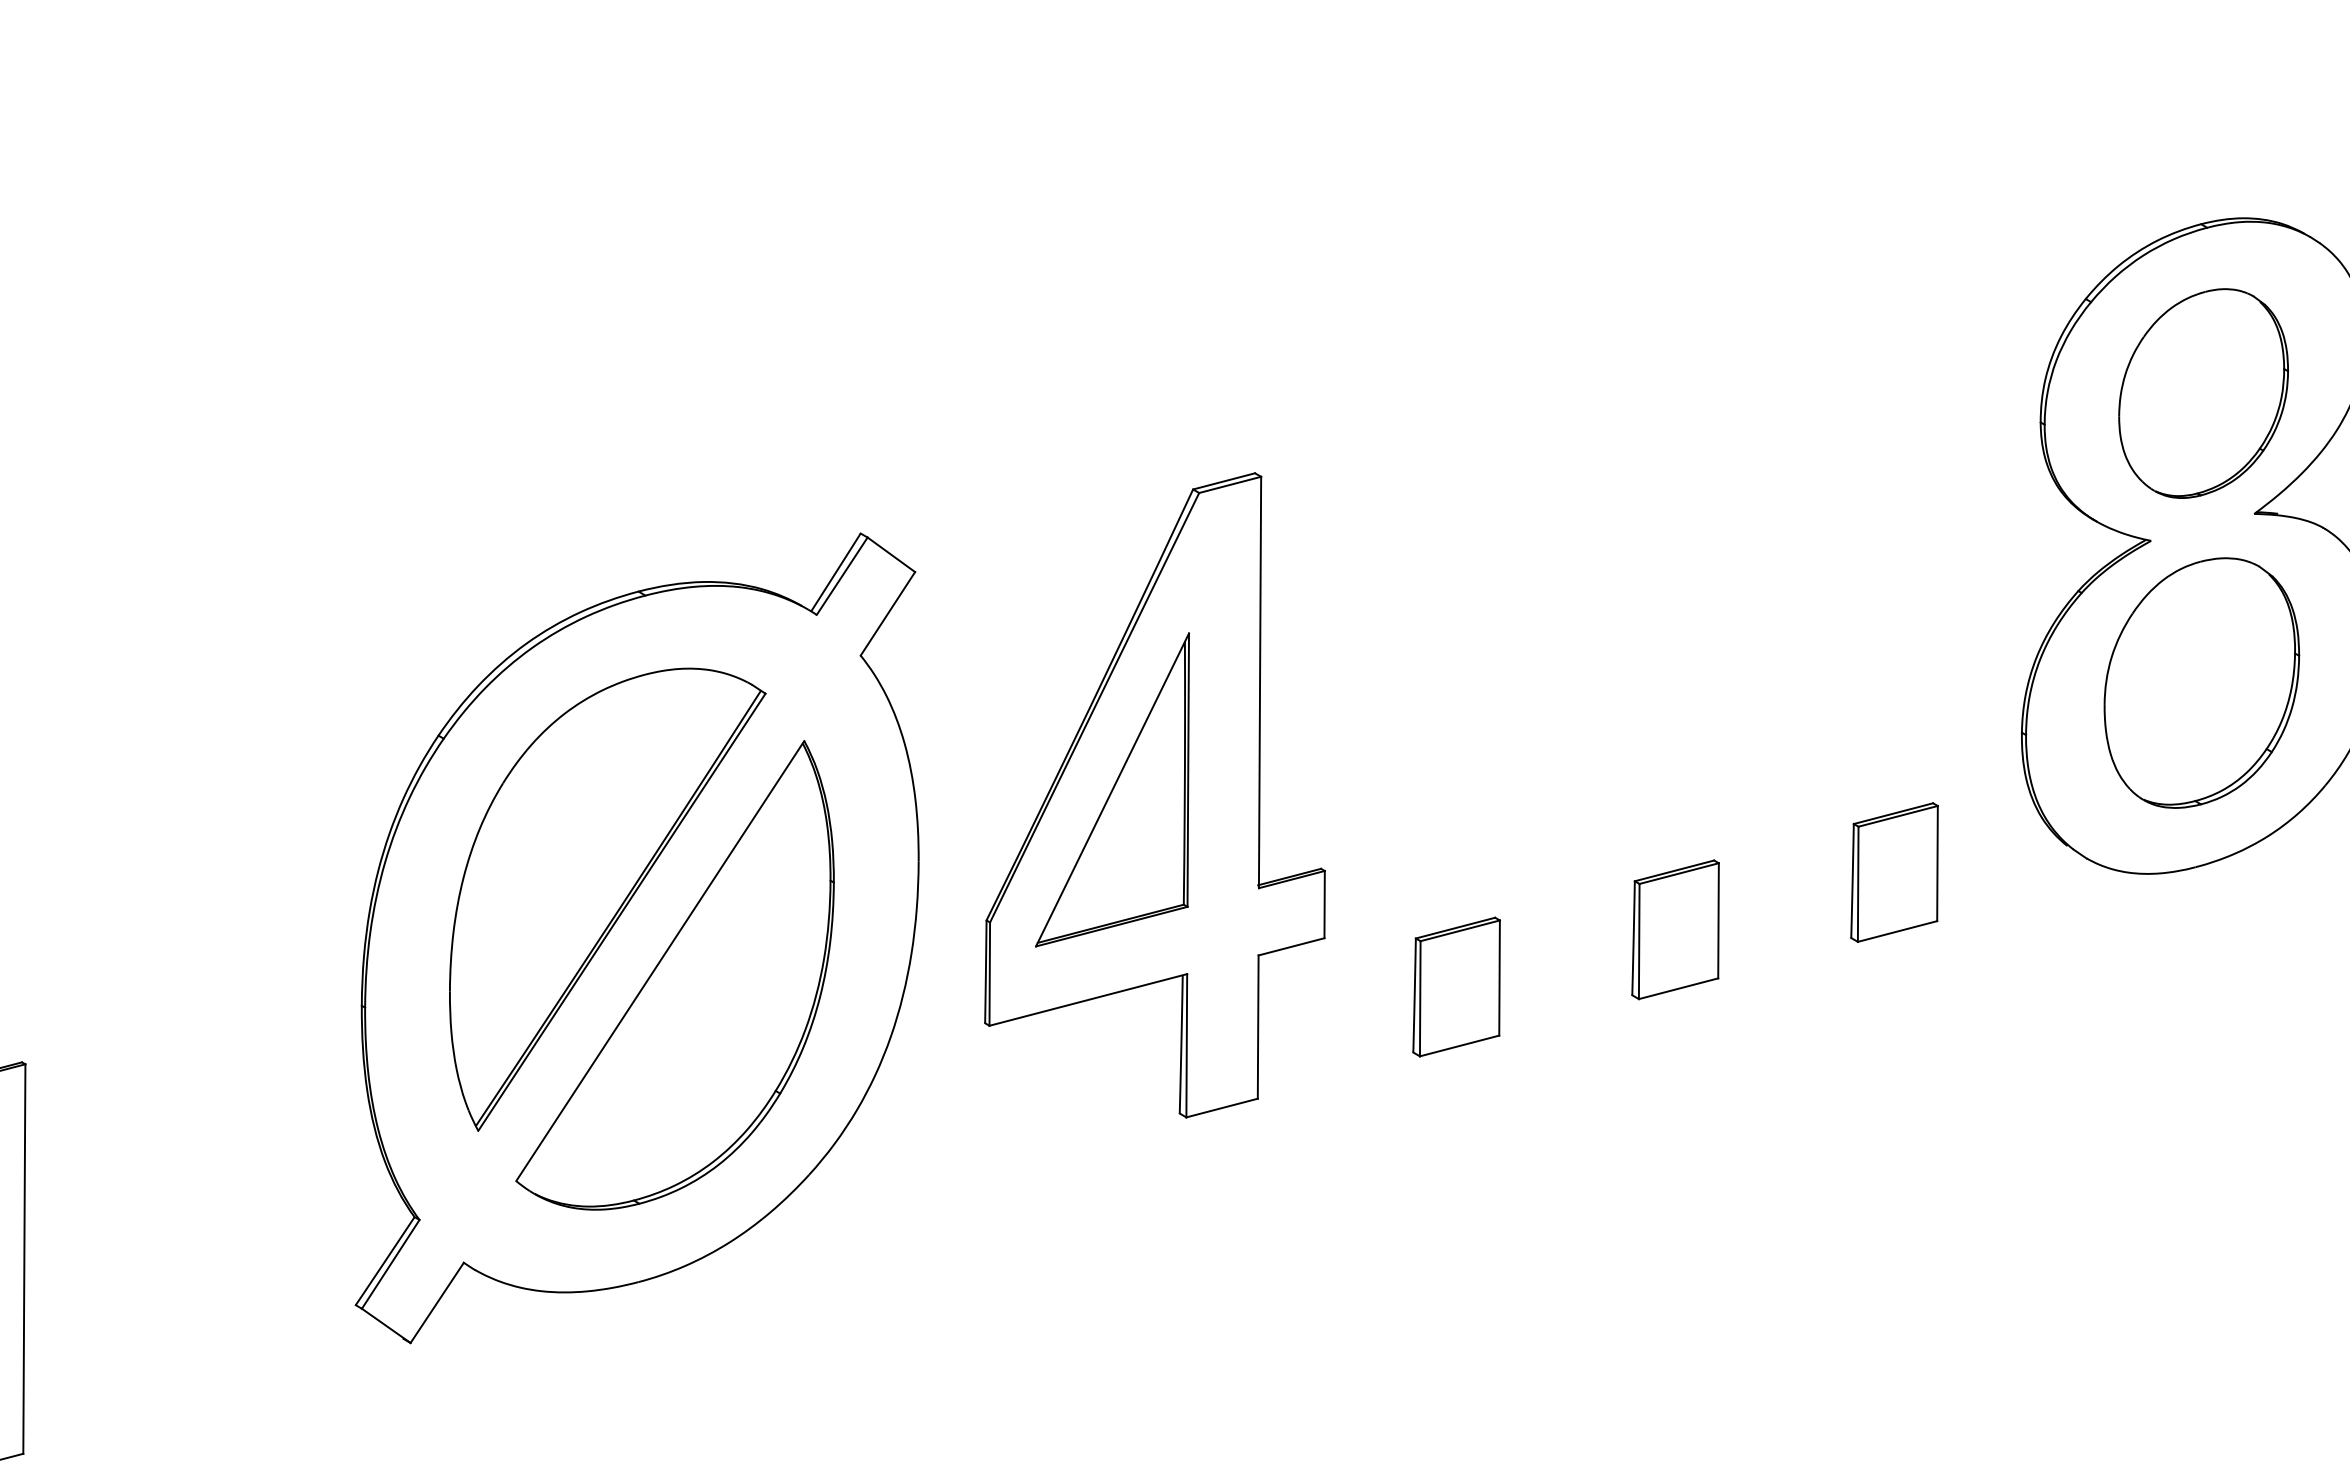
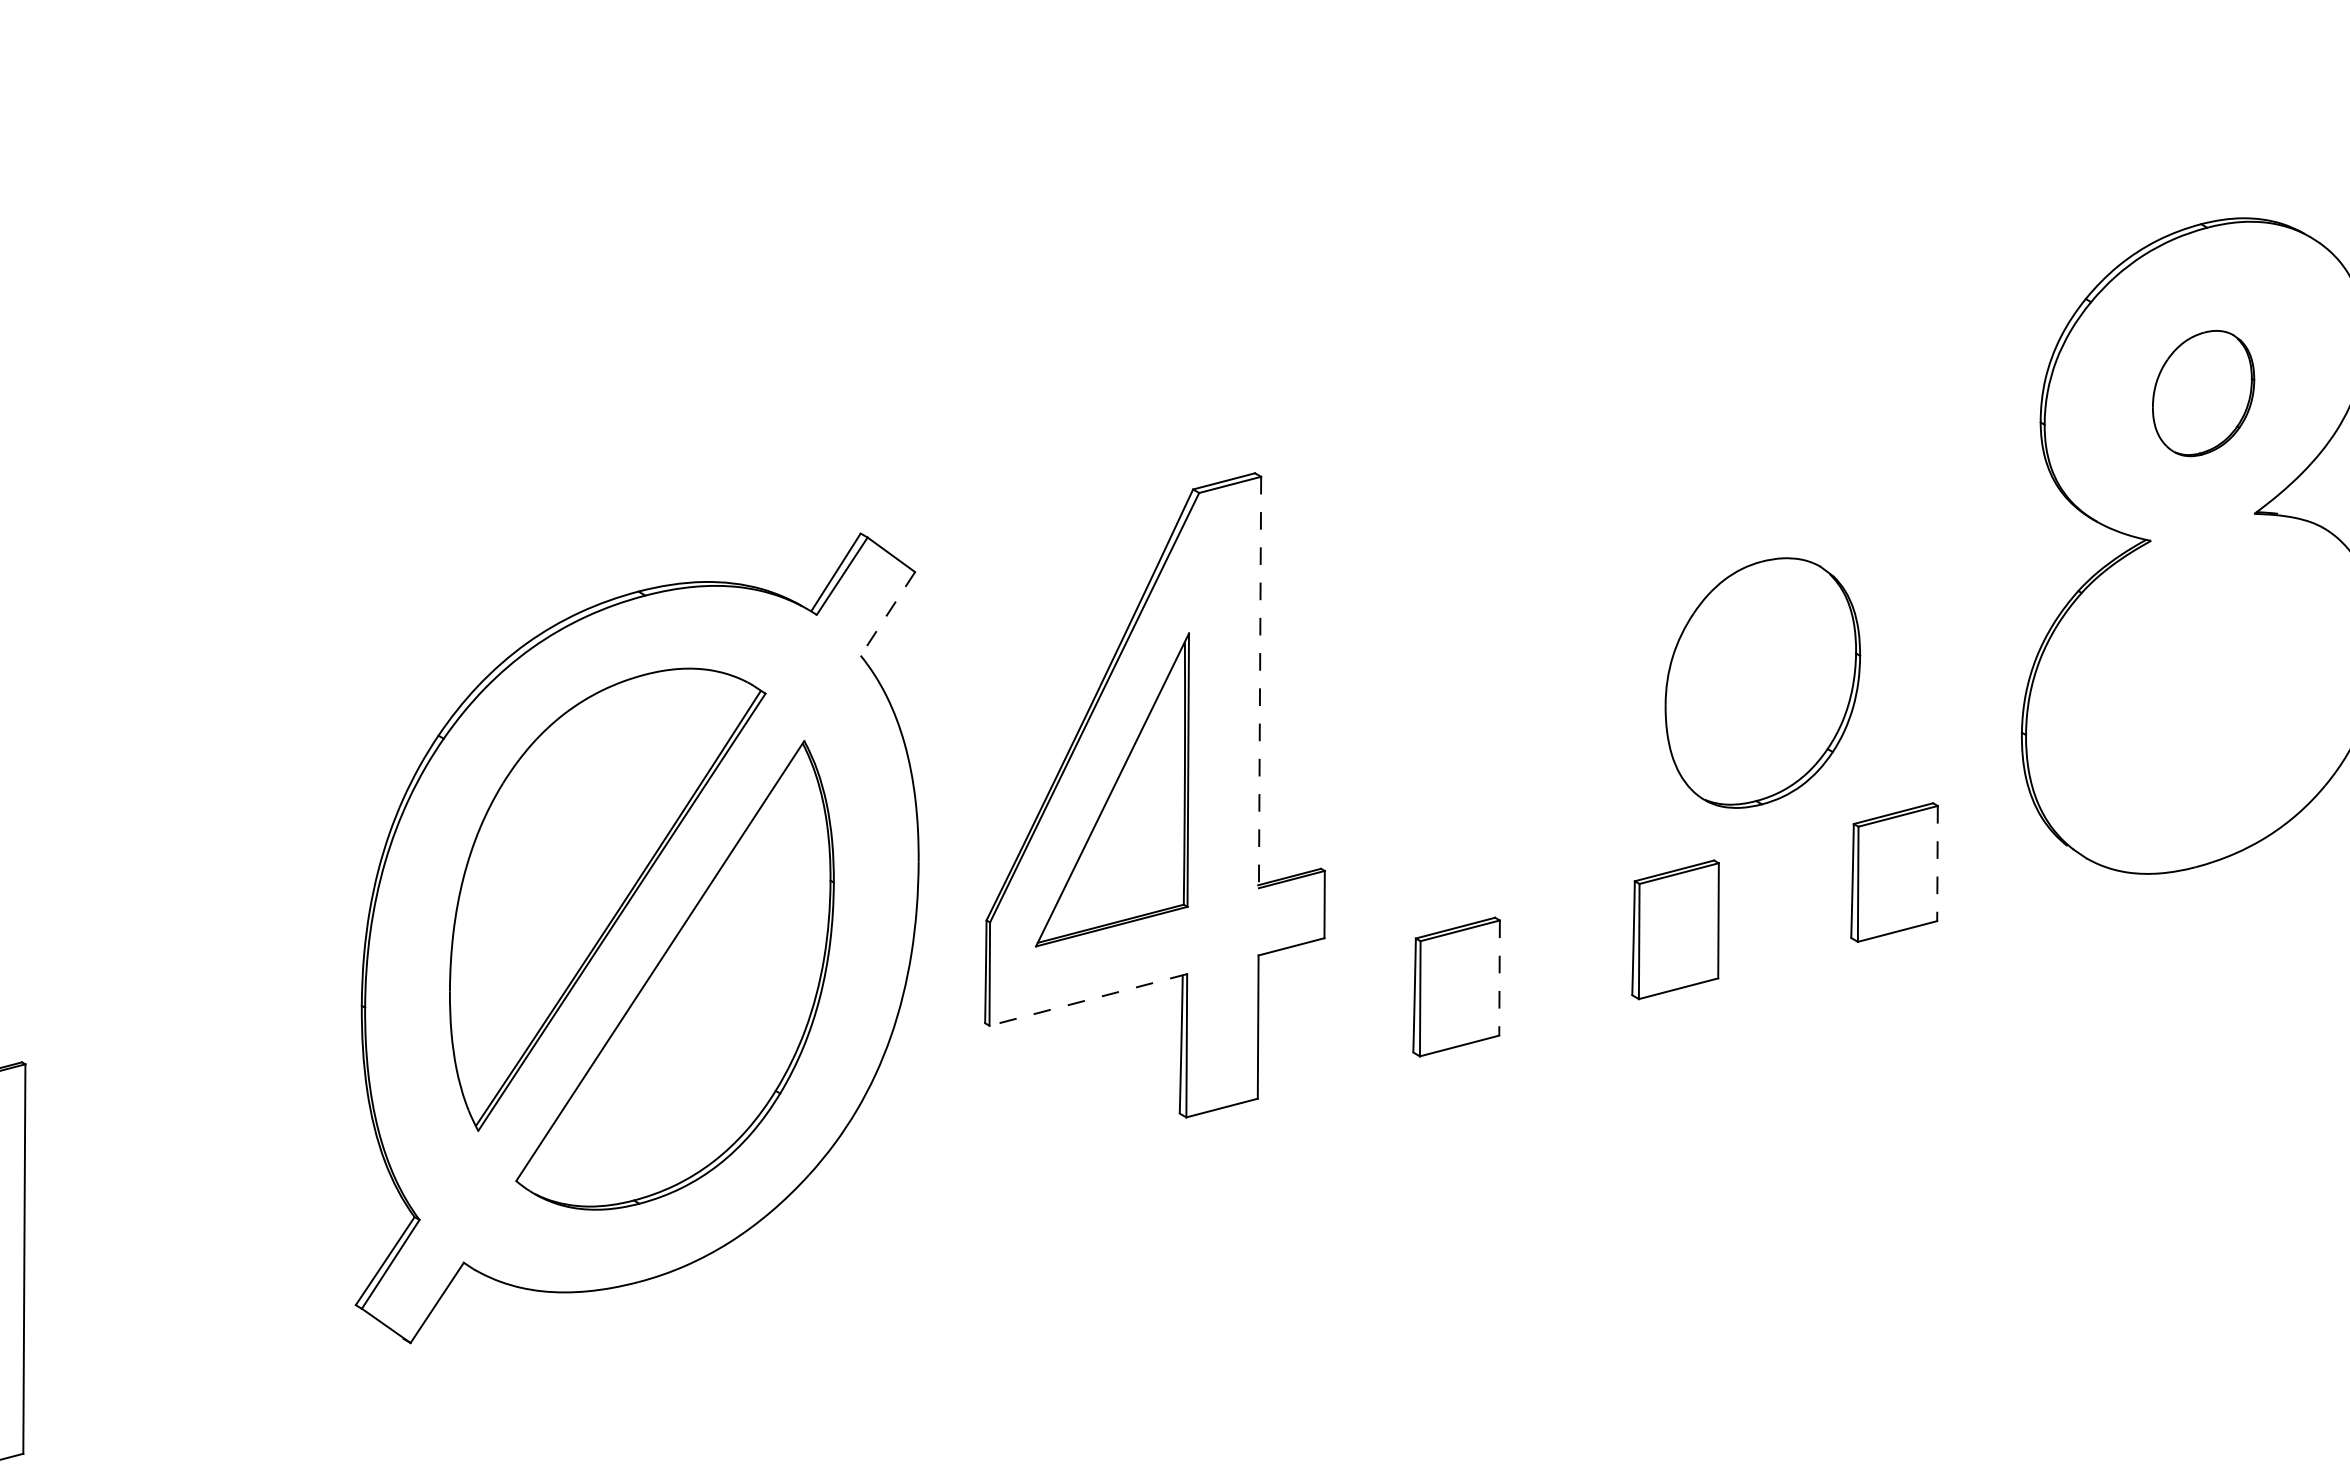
part at (2203, 393) size: 171x211 px -> 104x128 px
line at (887, 613): solid -> dashed
line at (1260, 682): solid -> dashed
part at (2201, 682) position: (2201, 682) -> (1762, 682)
line at (1937, 863): solid -> dashed
line at (1499, 978): solid -> dashed
line at (1087, 1000): solid -> dashed
